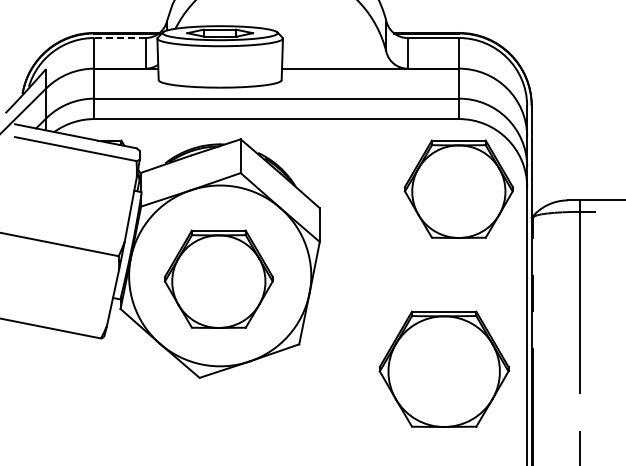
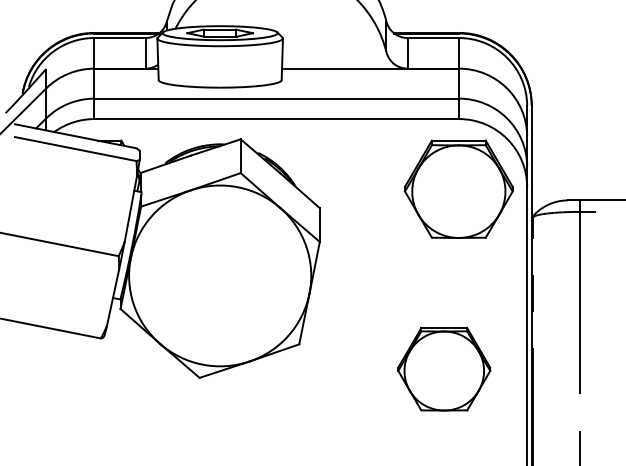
line at (120, 38): dashed -> solid
part at (218, 278): present -> none
part at (443, 368) size: 132x118 px -> 95x85 px
